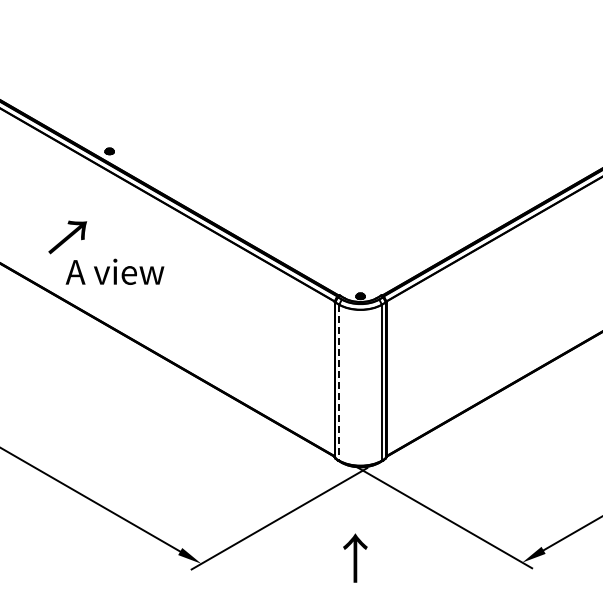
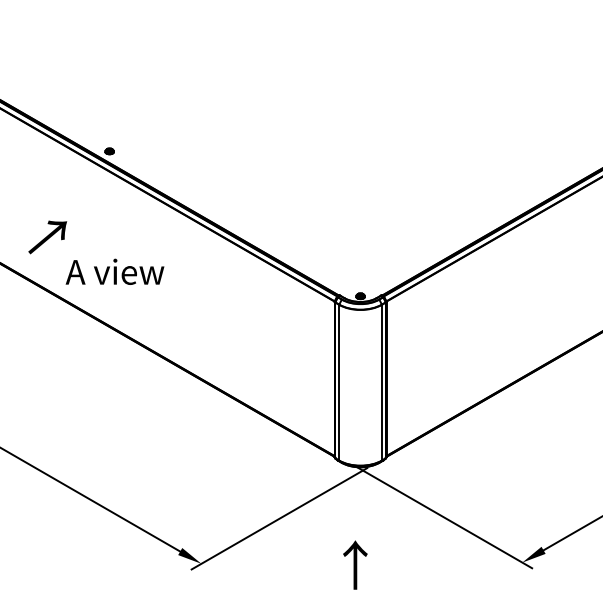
text at (67, 237) position: (67, 237) -> (47, 237)
line at (339, 382): dashed -> solid
text at (355, 557) position: (355, 557) -> (355, 564)
